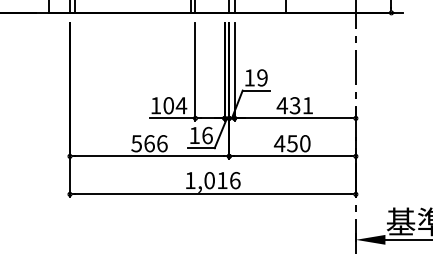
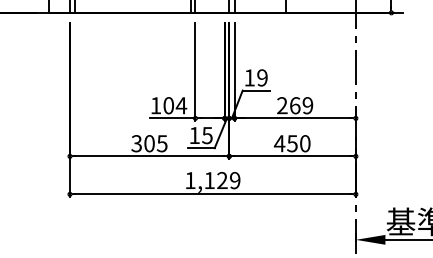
text at (294, 105): 431 -> 269
text at (207, 135): 16 -> 15
text at (149, 143): 566 -> 305
text at (222, 180): 1,016 -> 1,129
